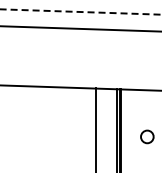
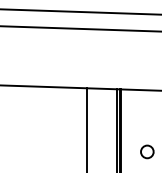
line at (81, 12): dashed -> solid
line at (95, 128) position: (95, 128) -> (86, 128)
circle at (147, 136) position: (147, 136) -> (147, 151)
